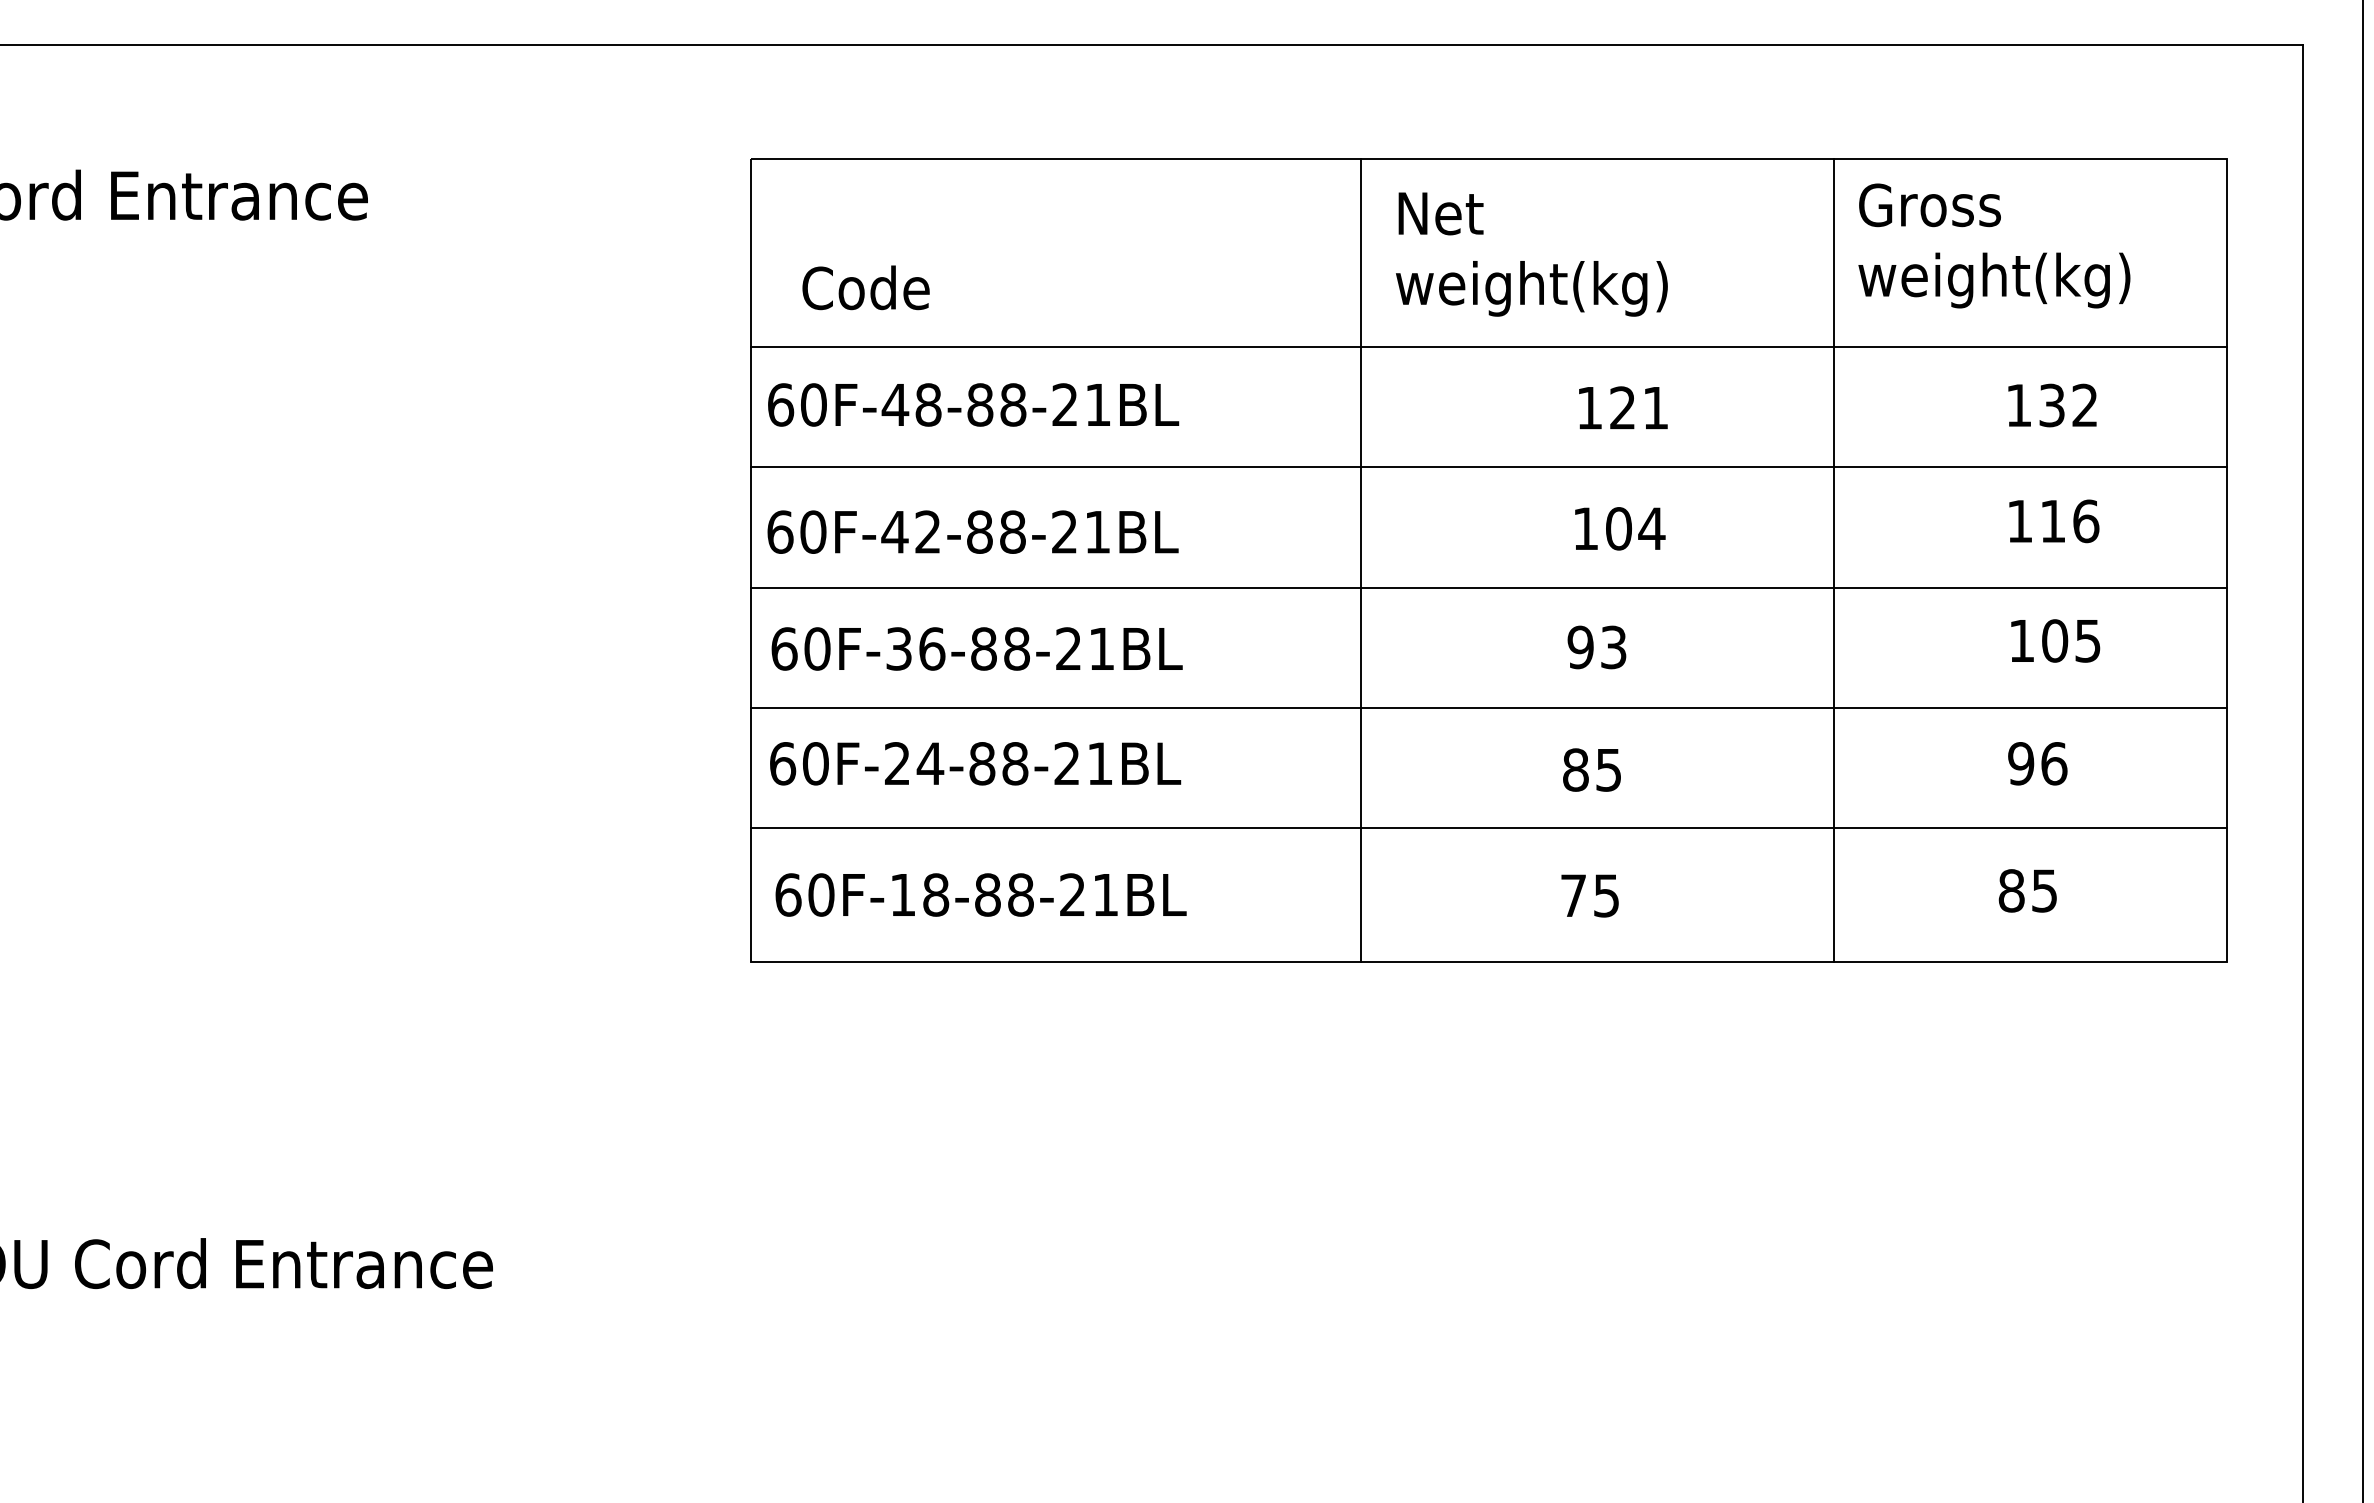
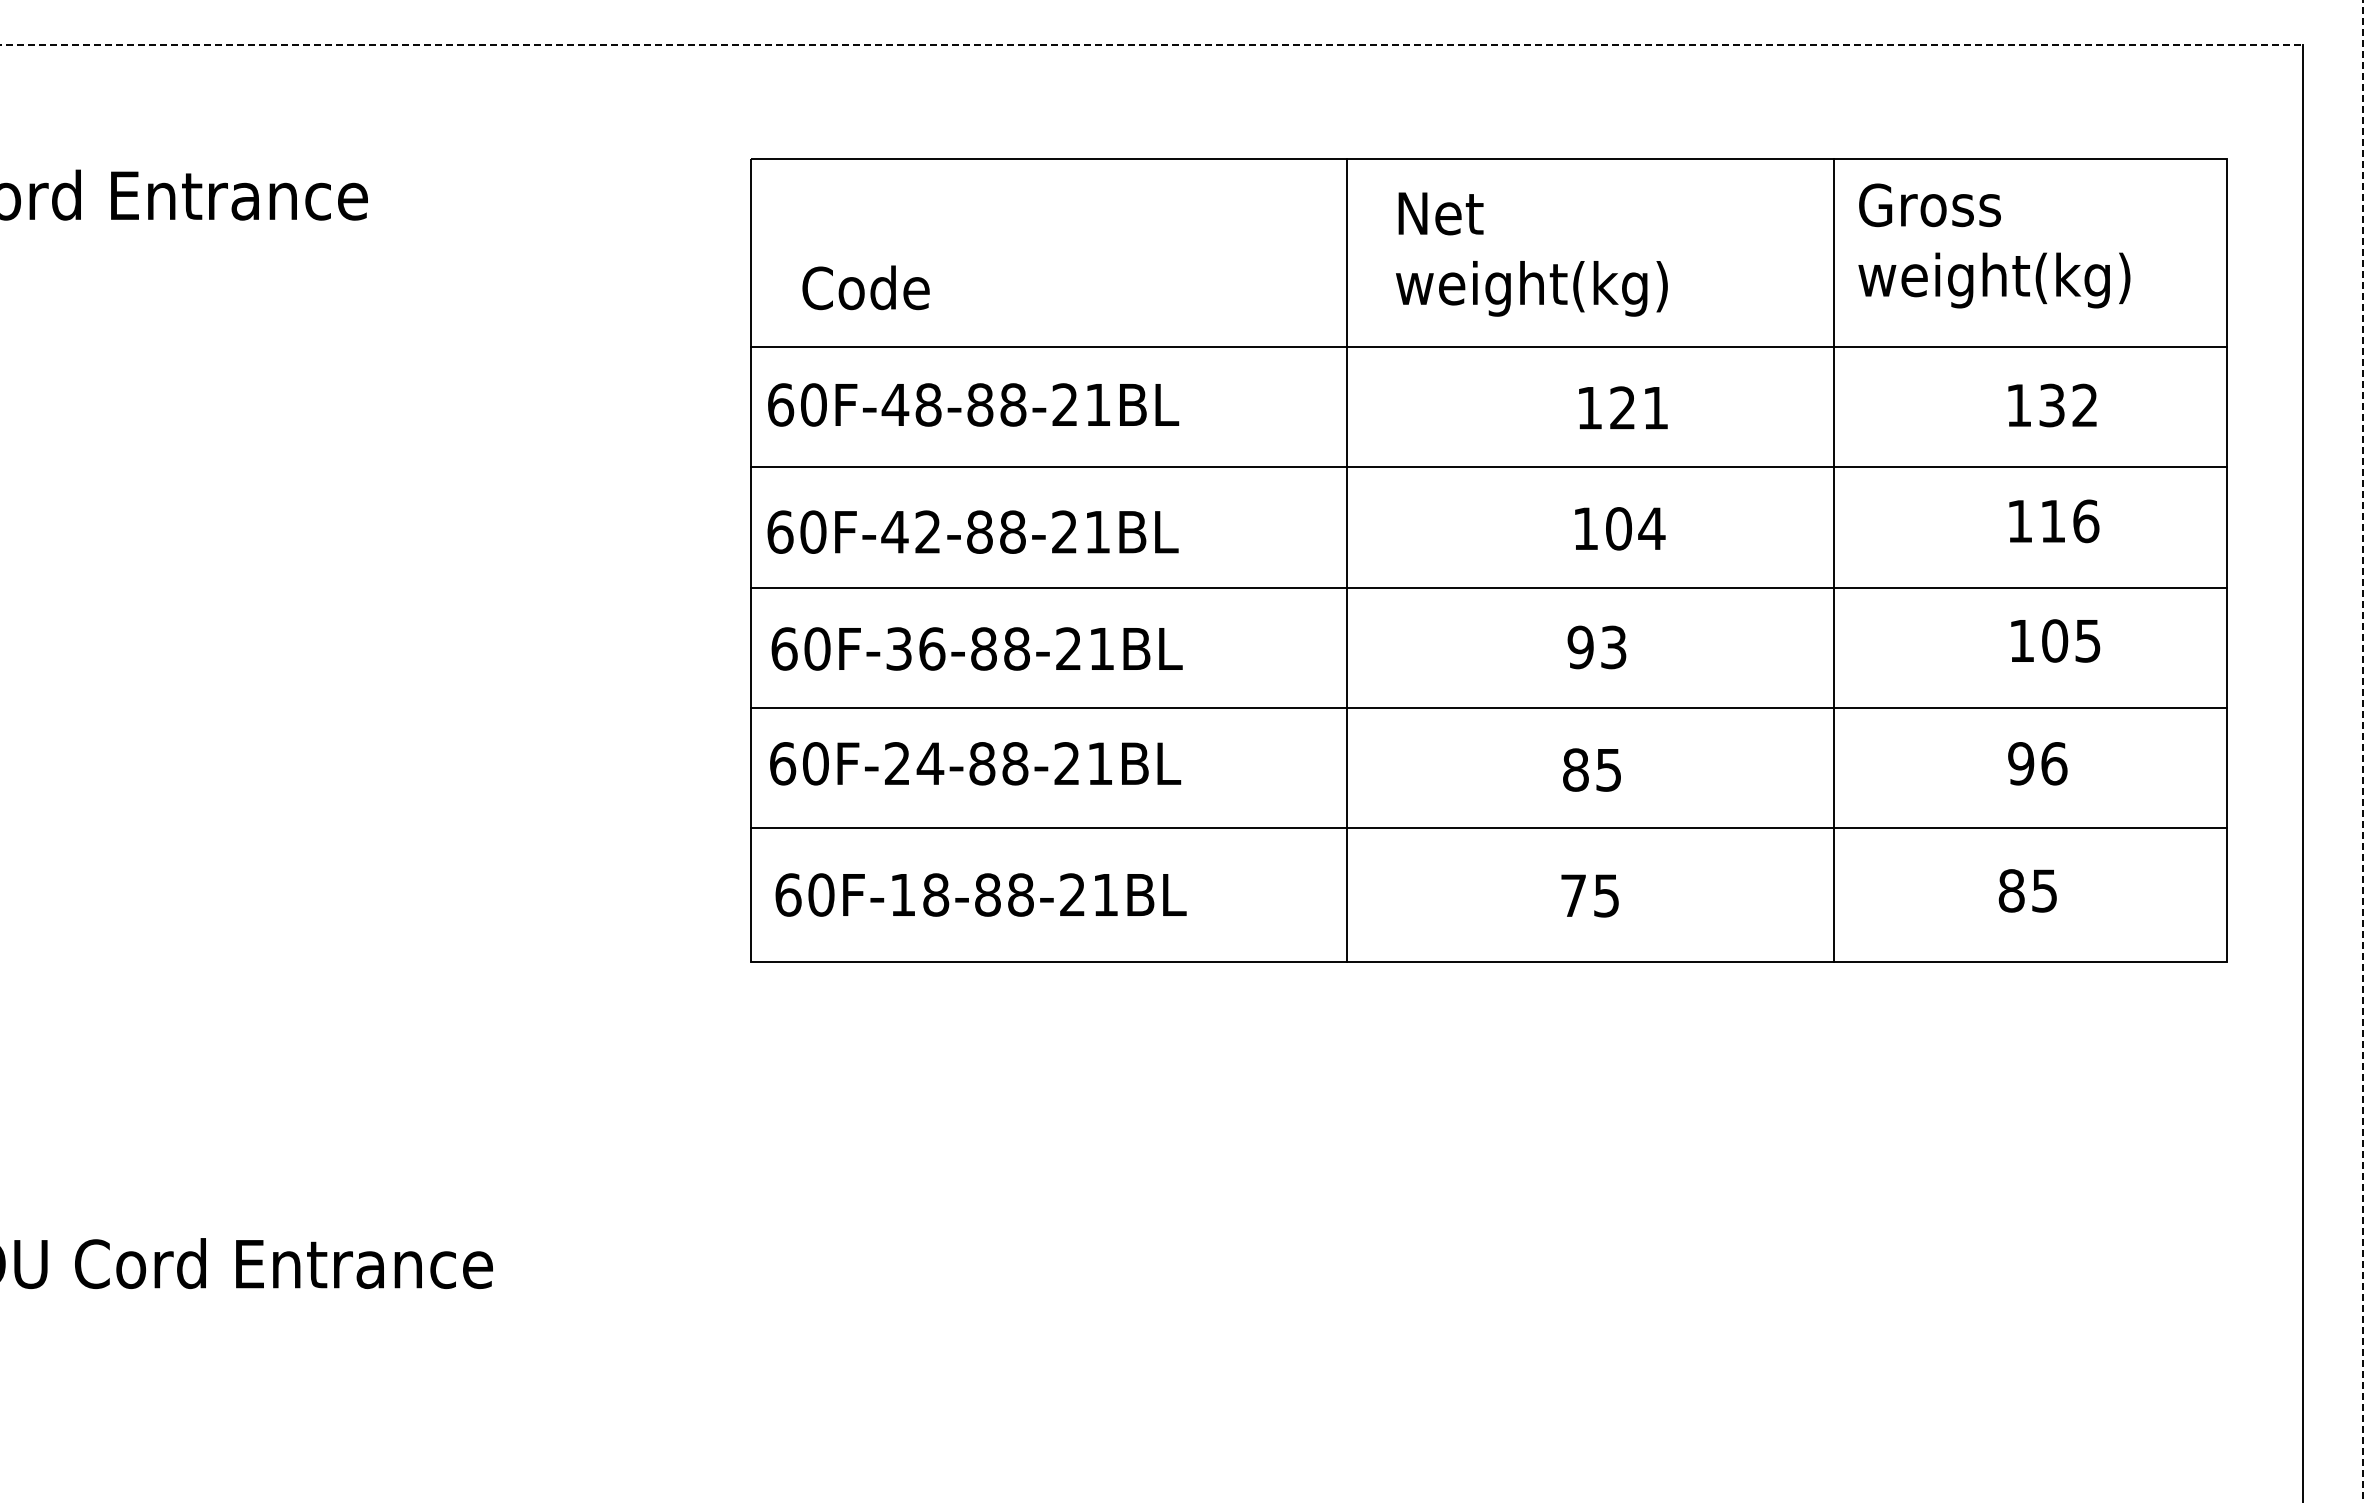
line at (1152, 44): solid -> dashed
line at (1361, 559) position: (1361, 559) -> (1347, 559)
line at (2362, 751): solid -> dashed
